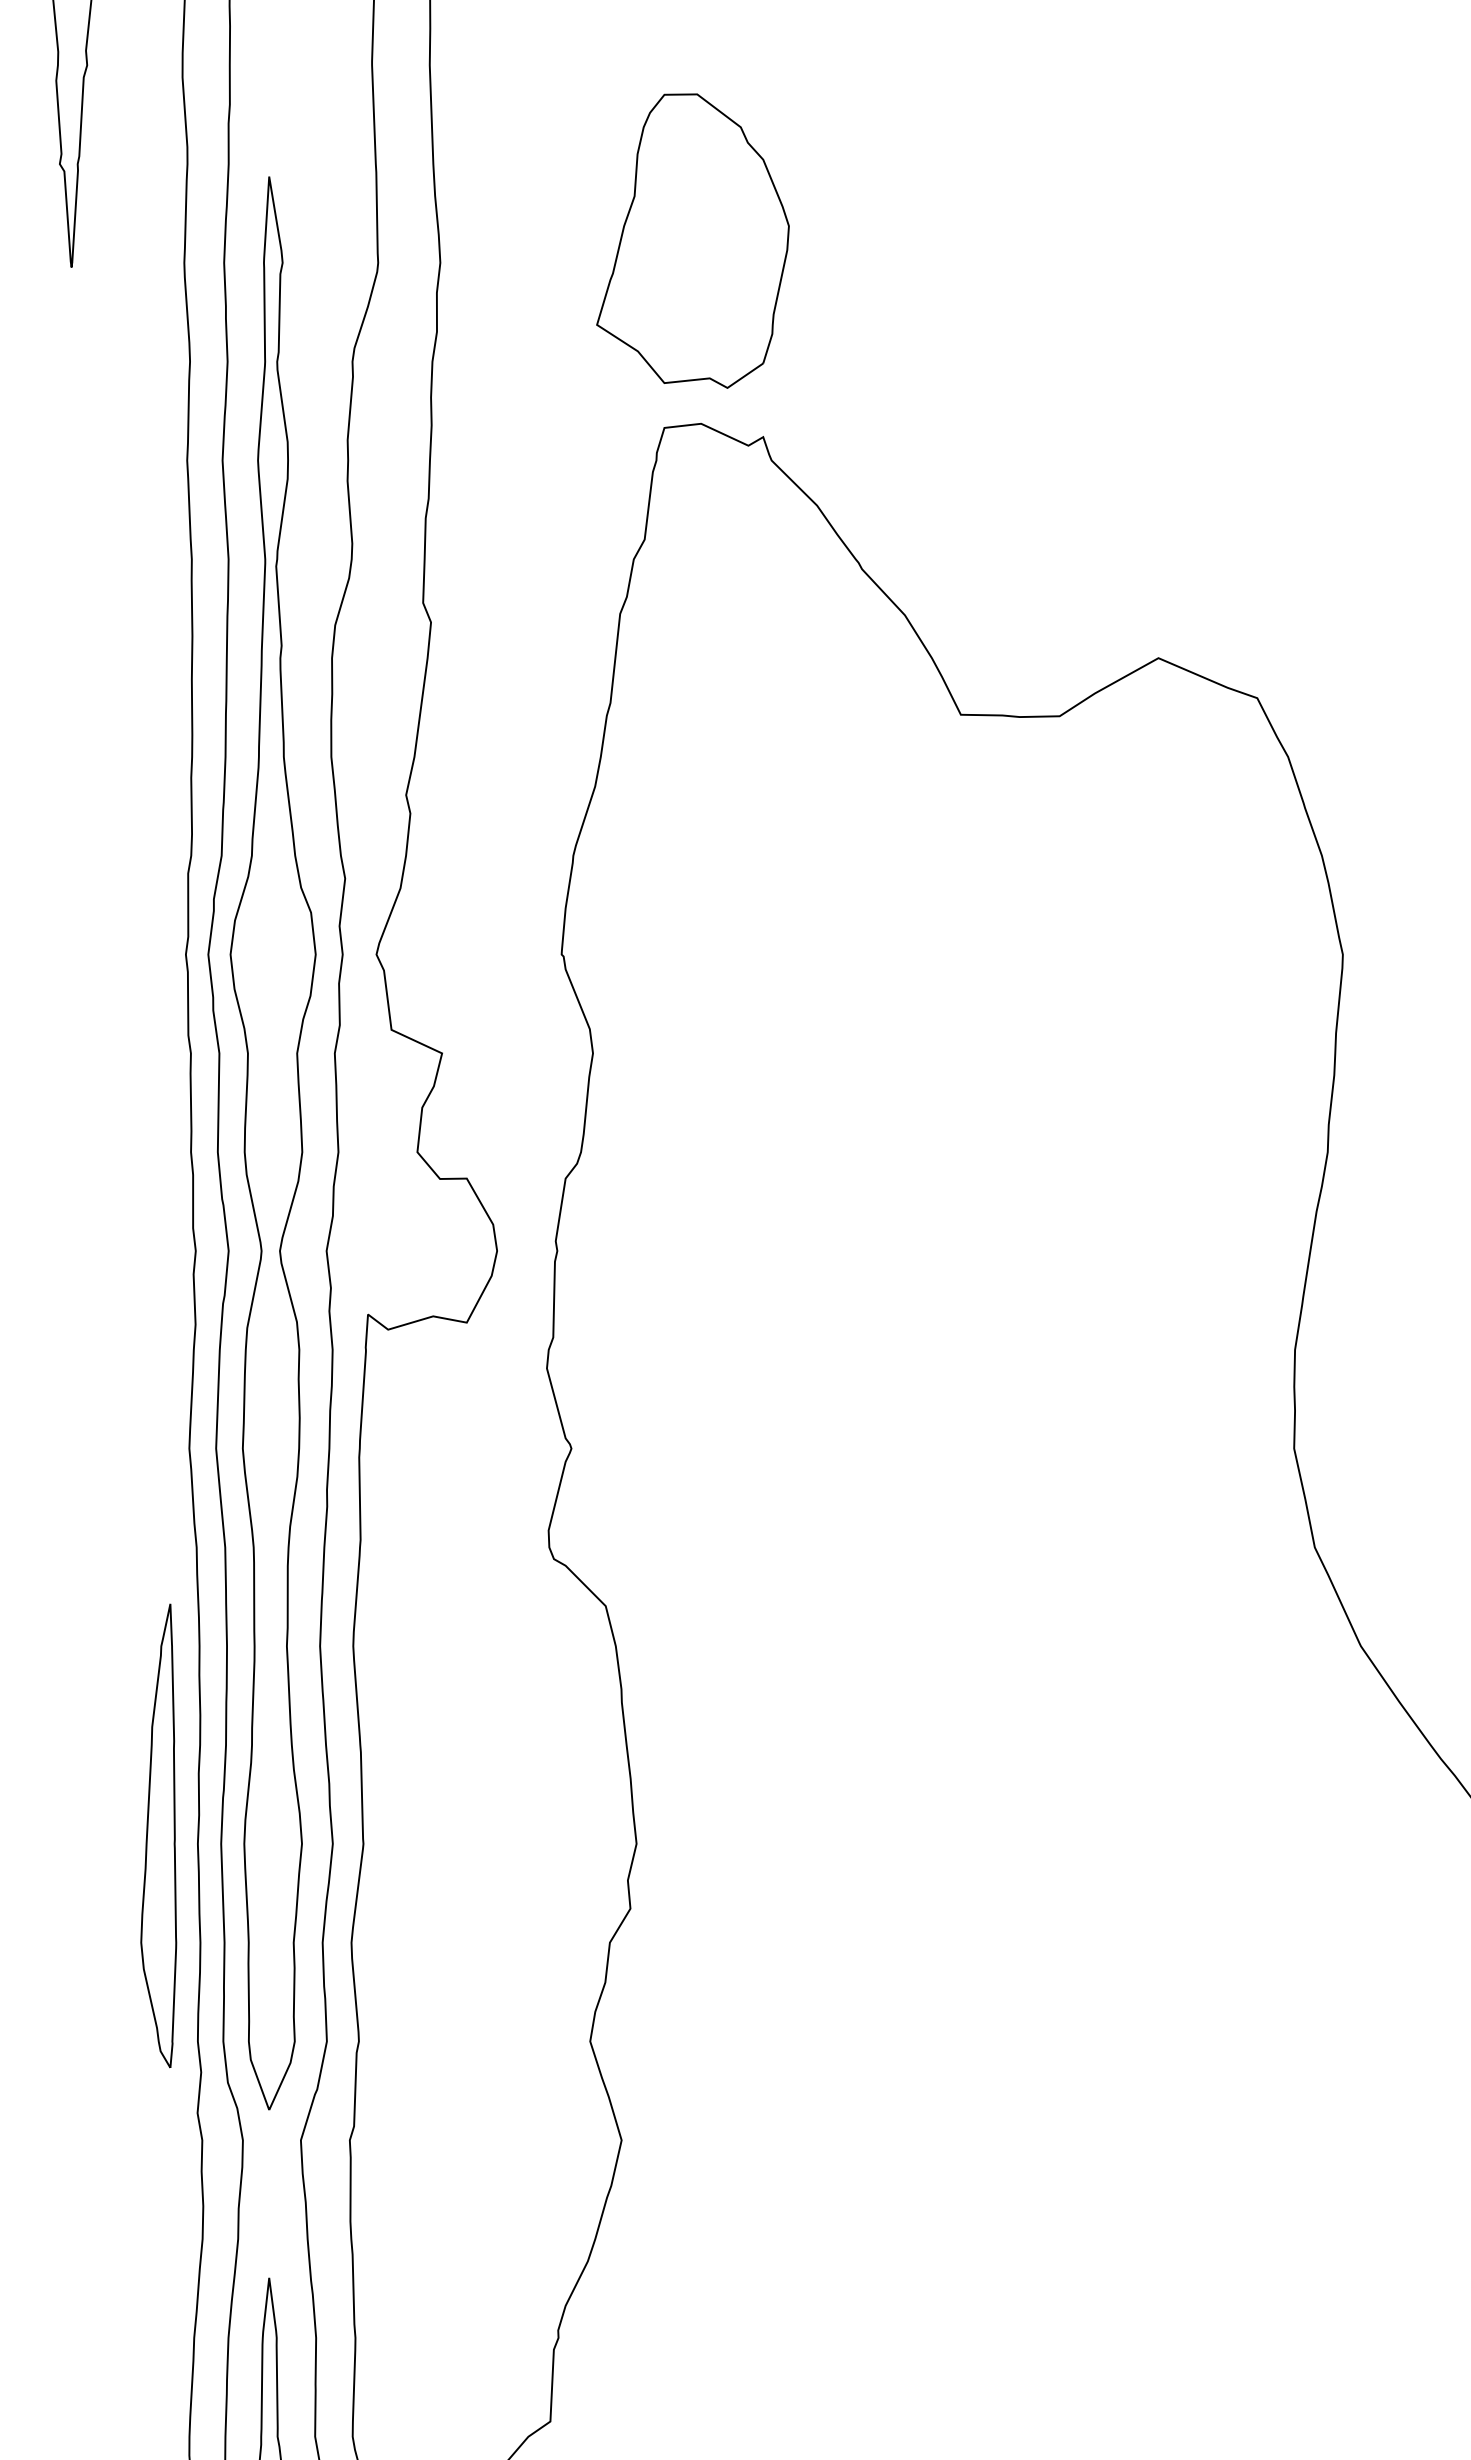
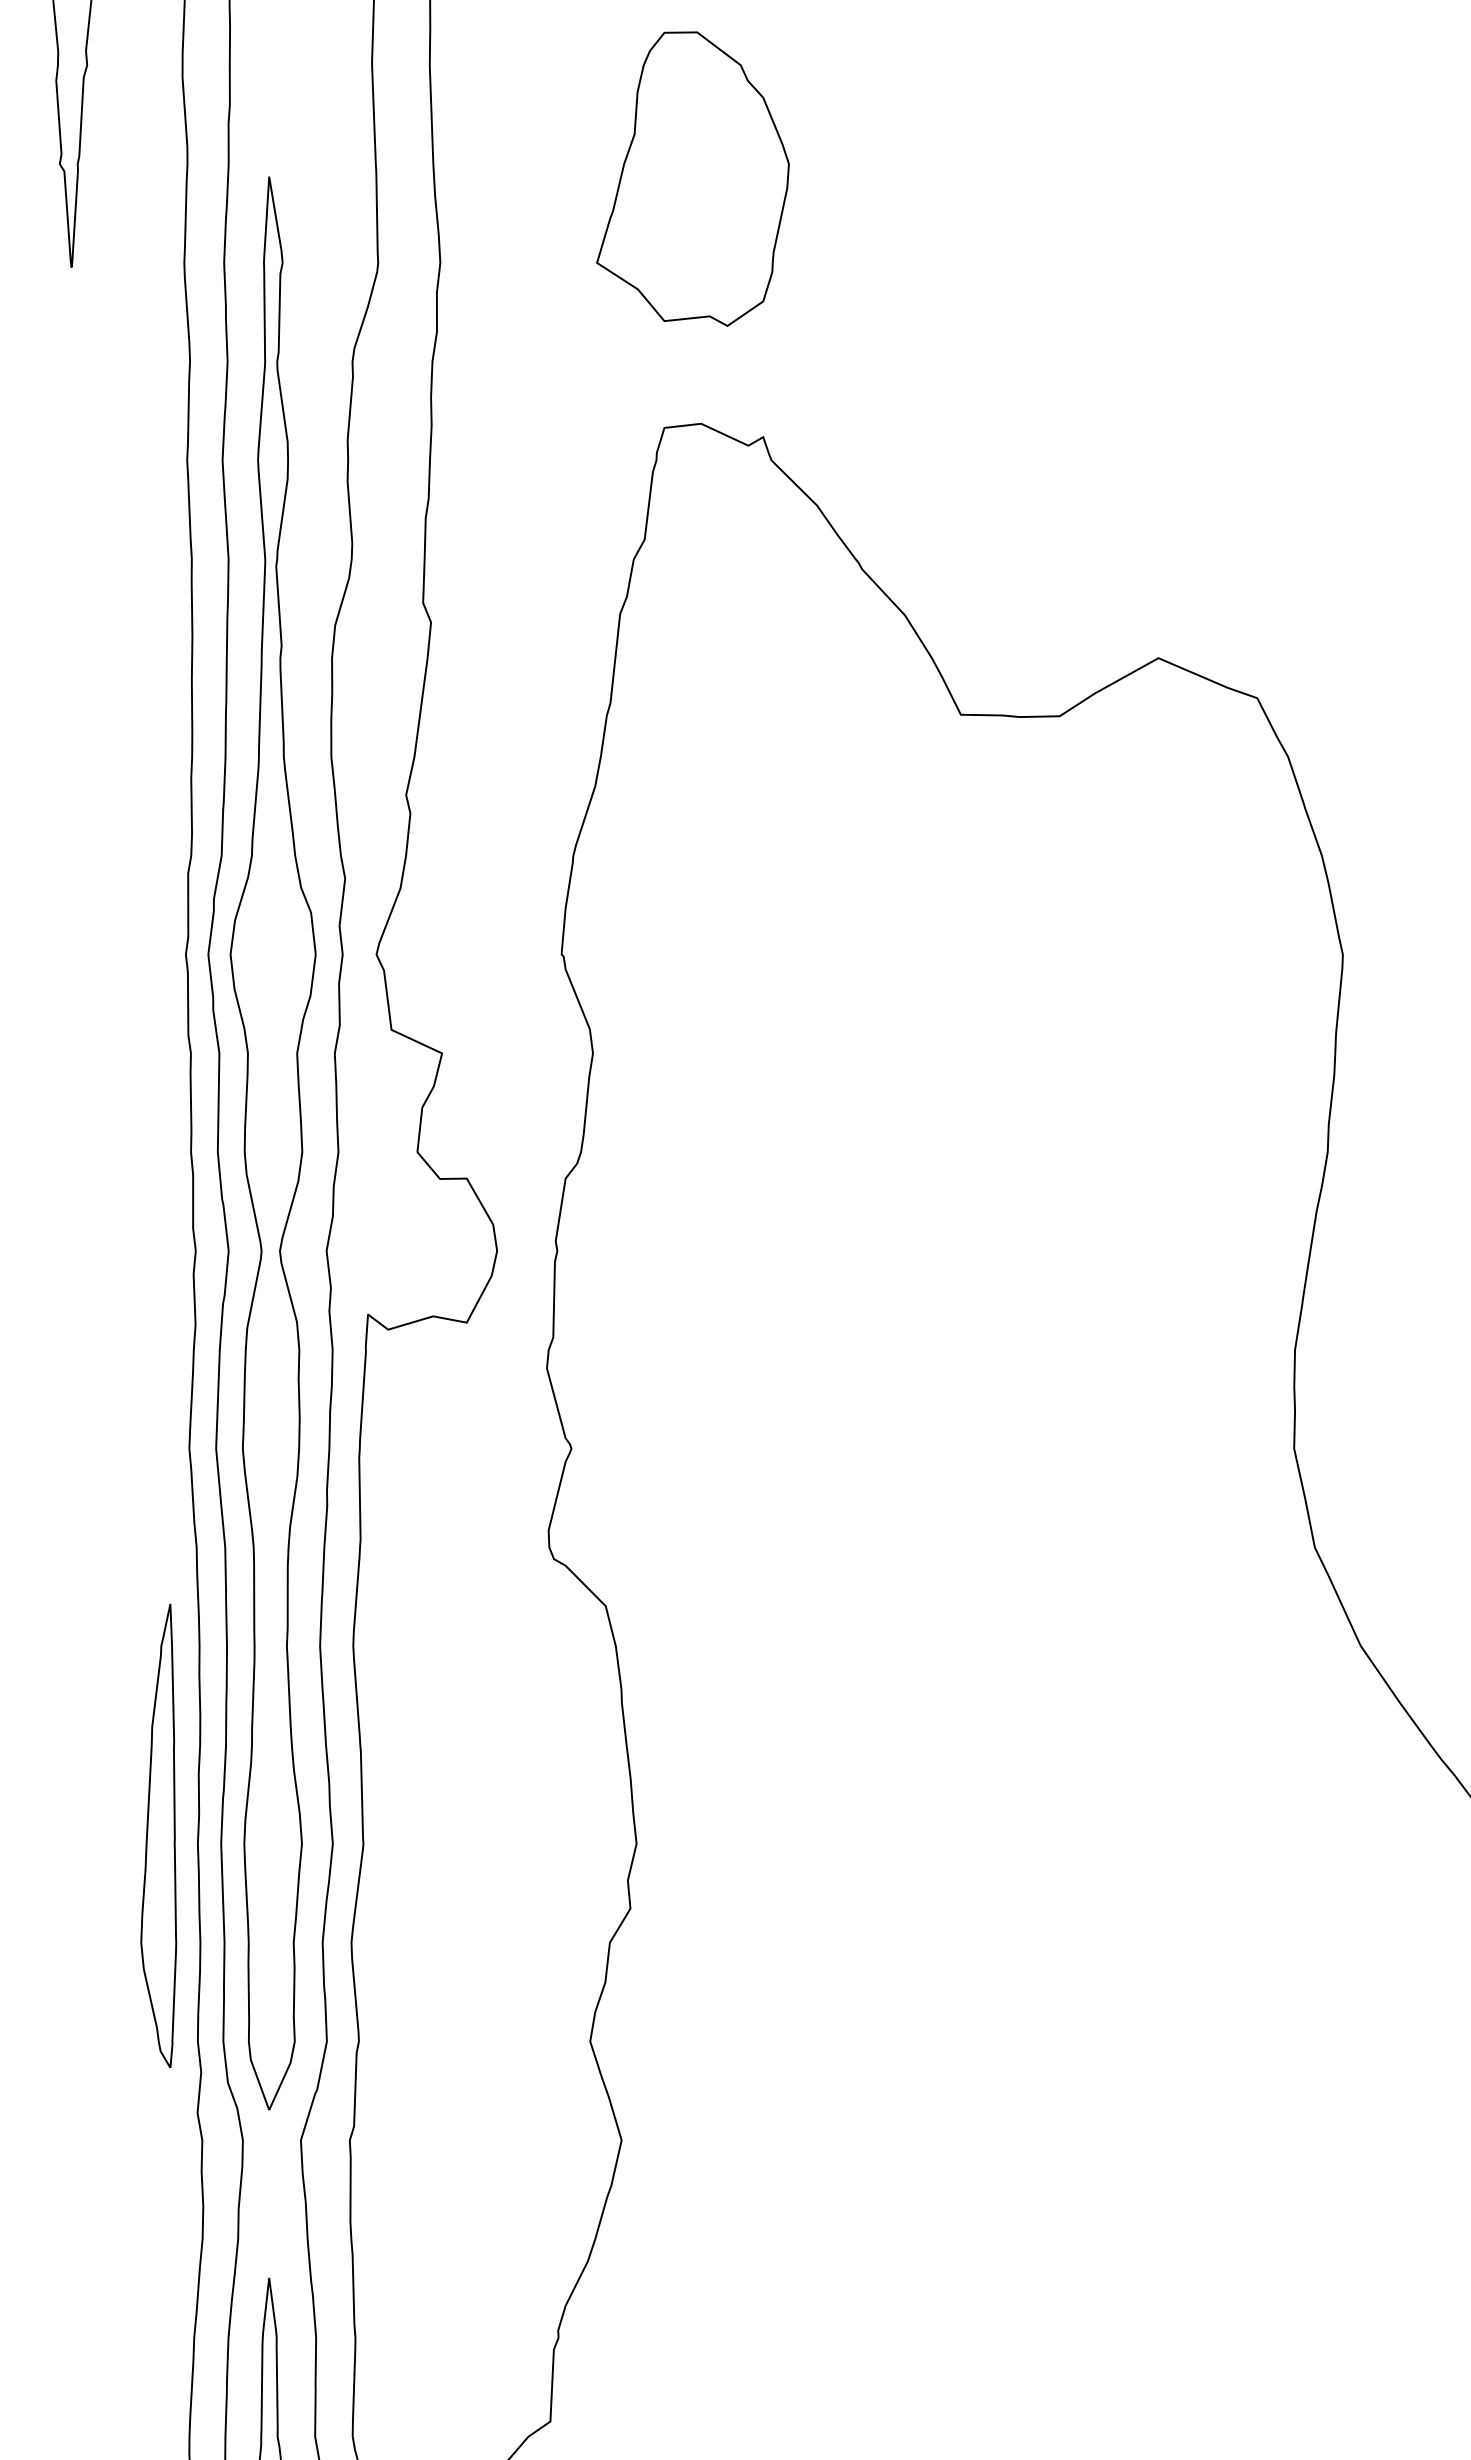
part at (692, 240) position: (692, 240) -> (692, 178)
